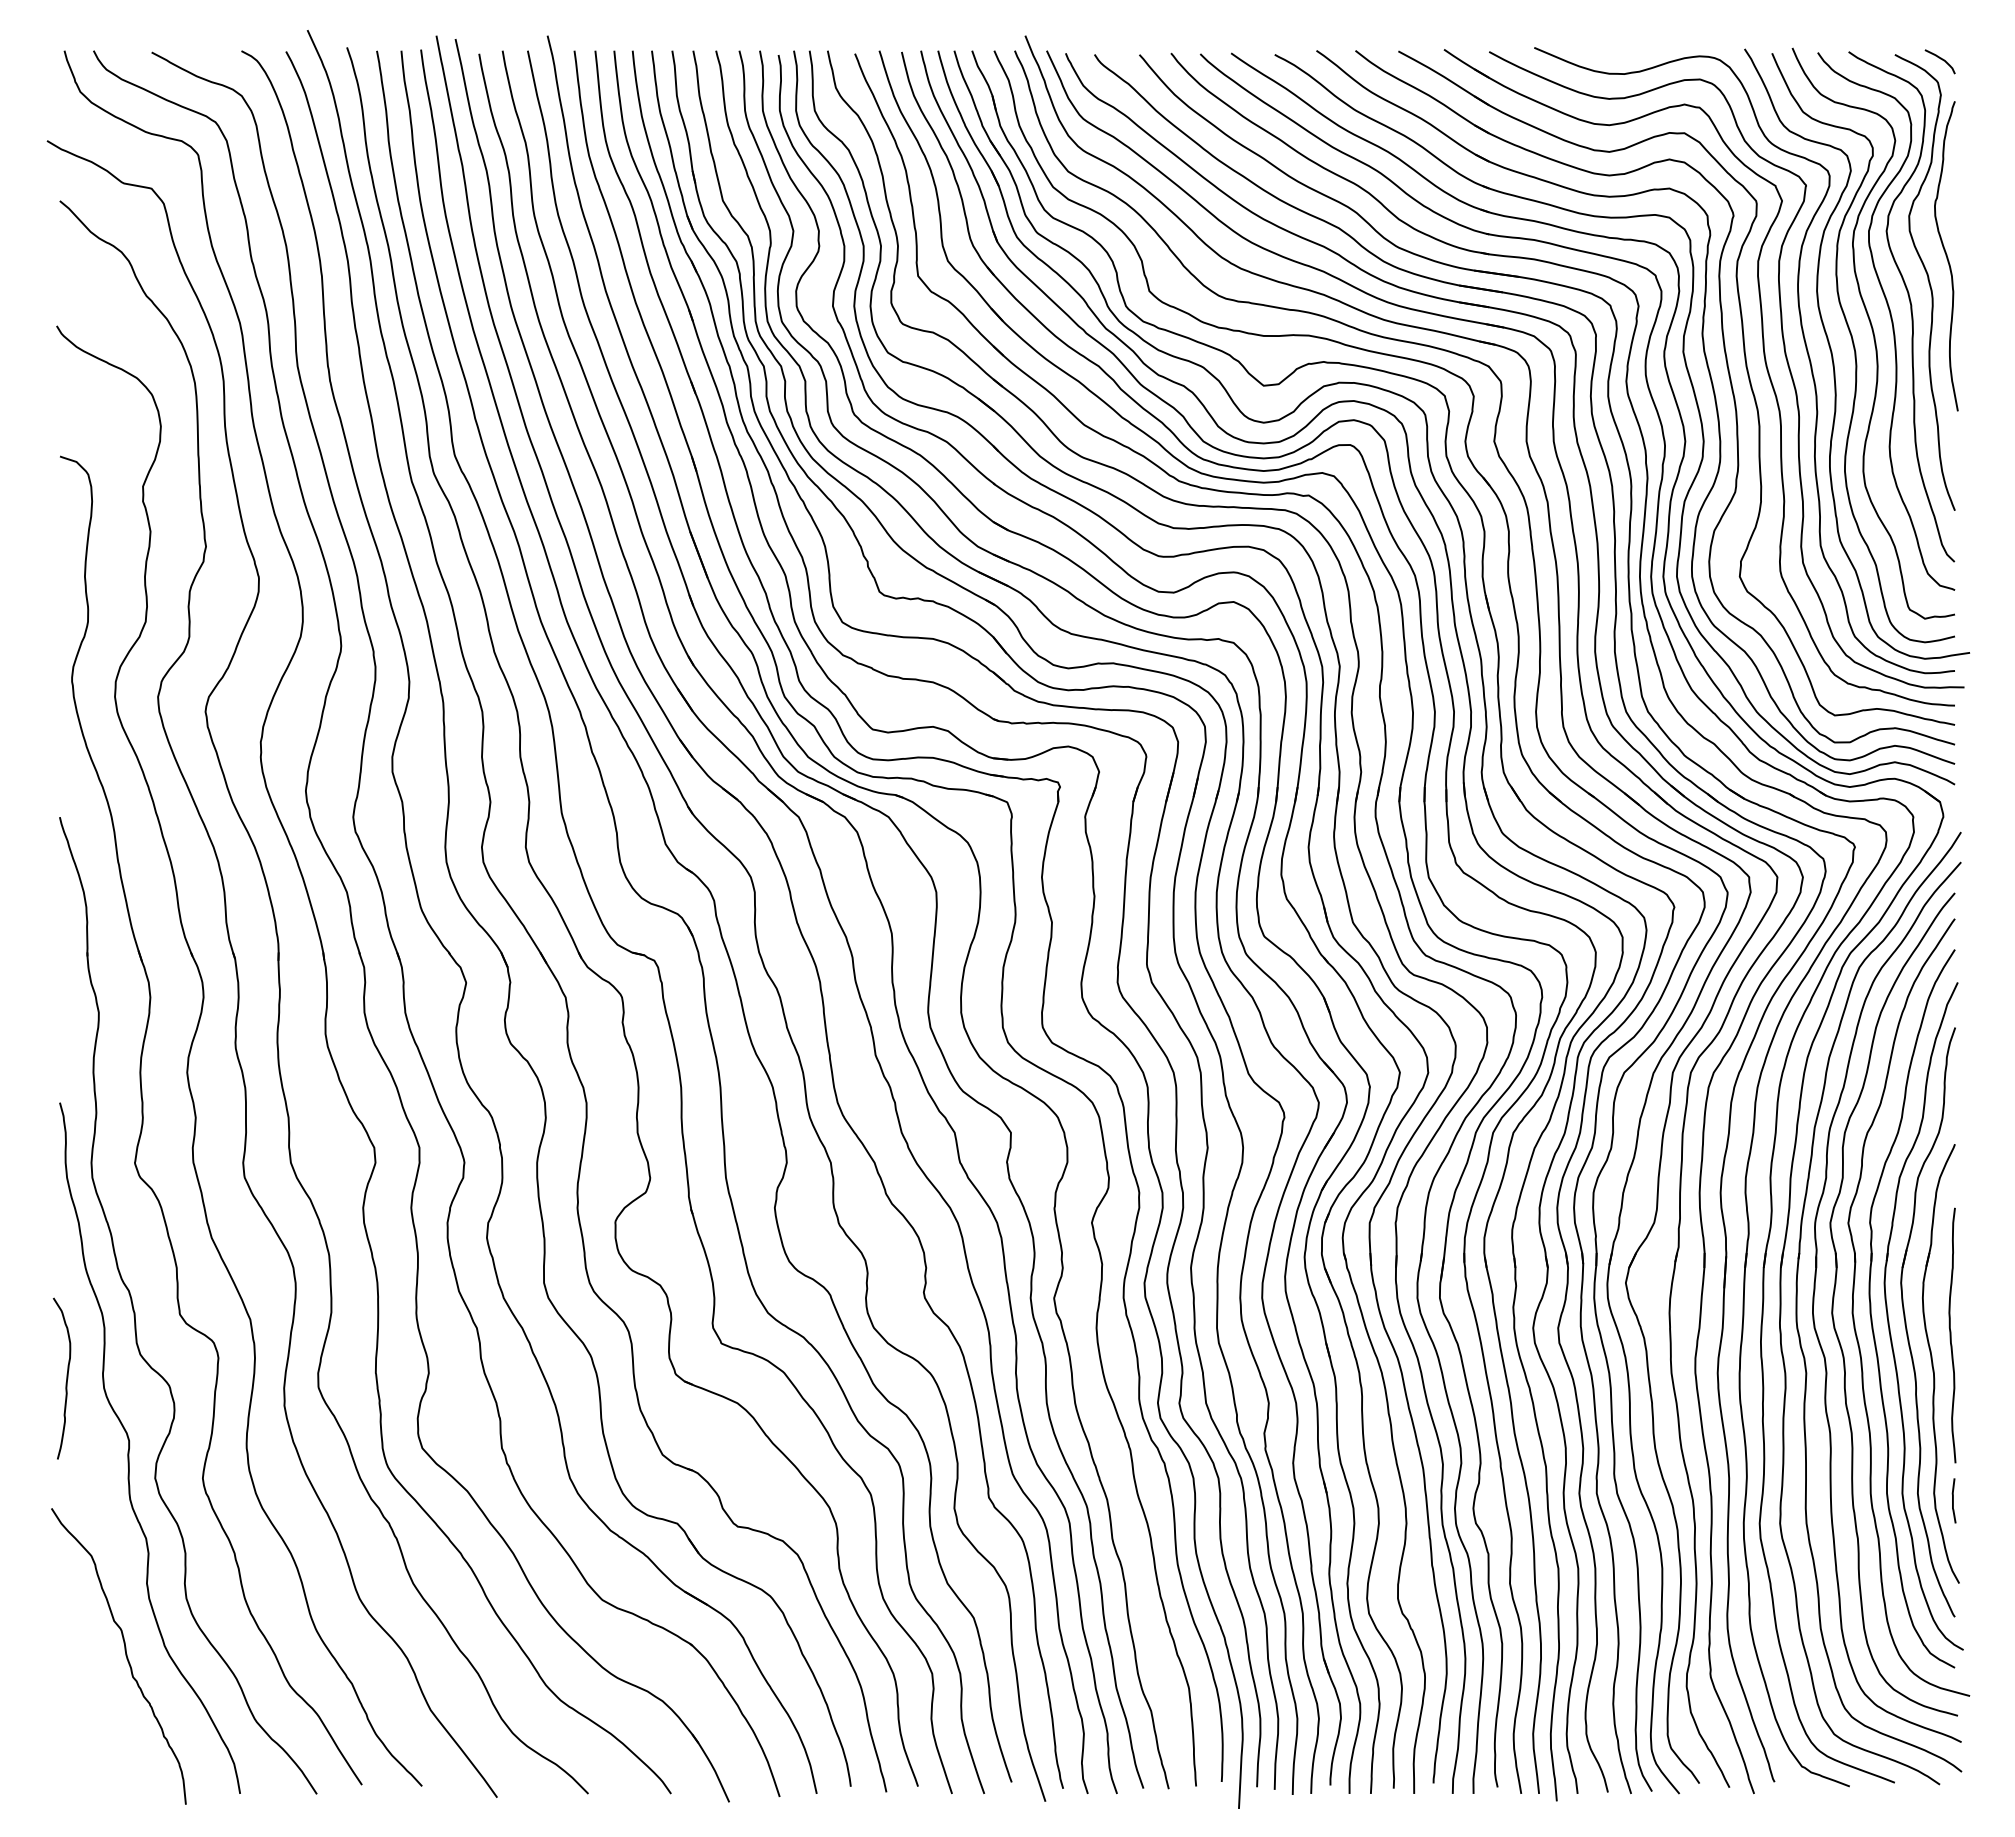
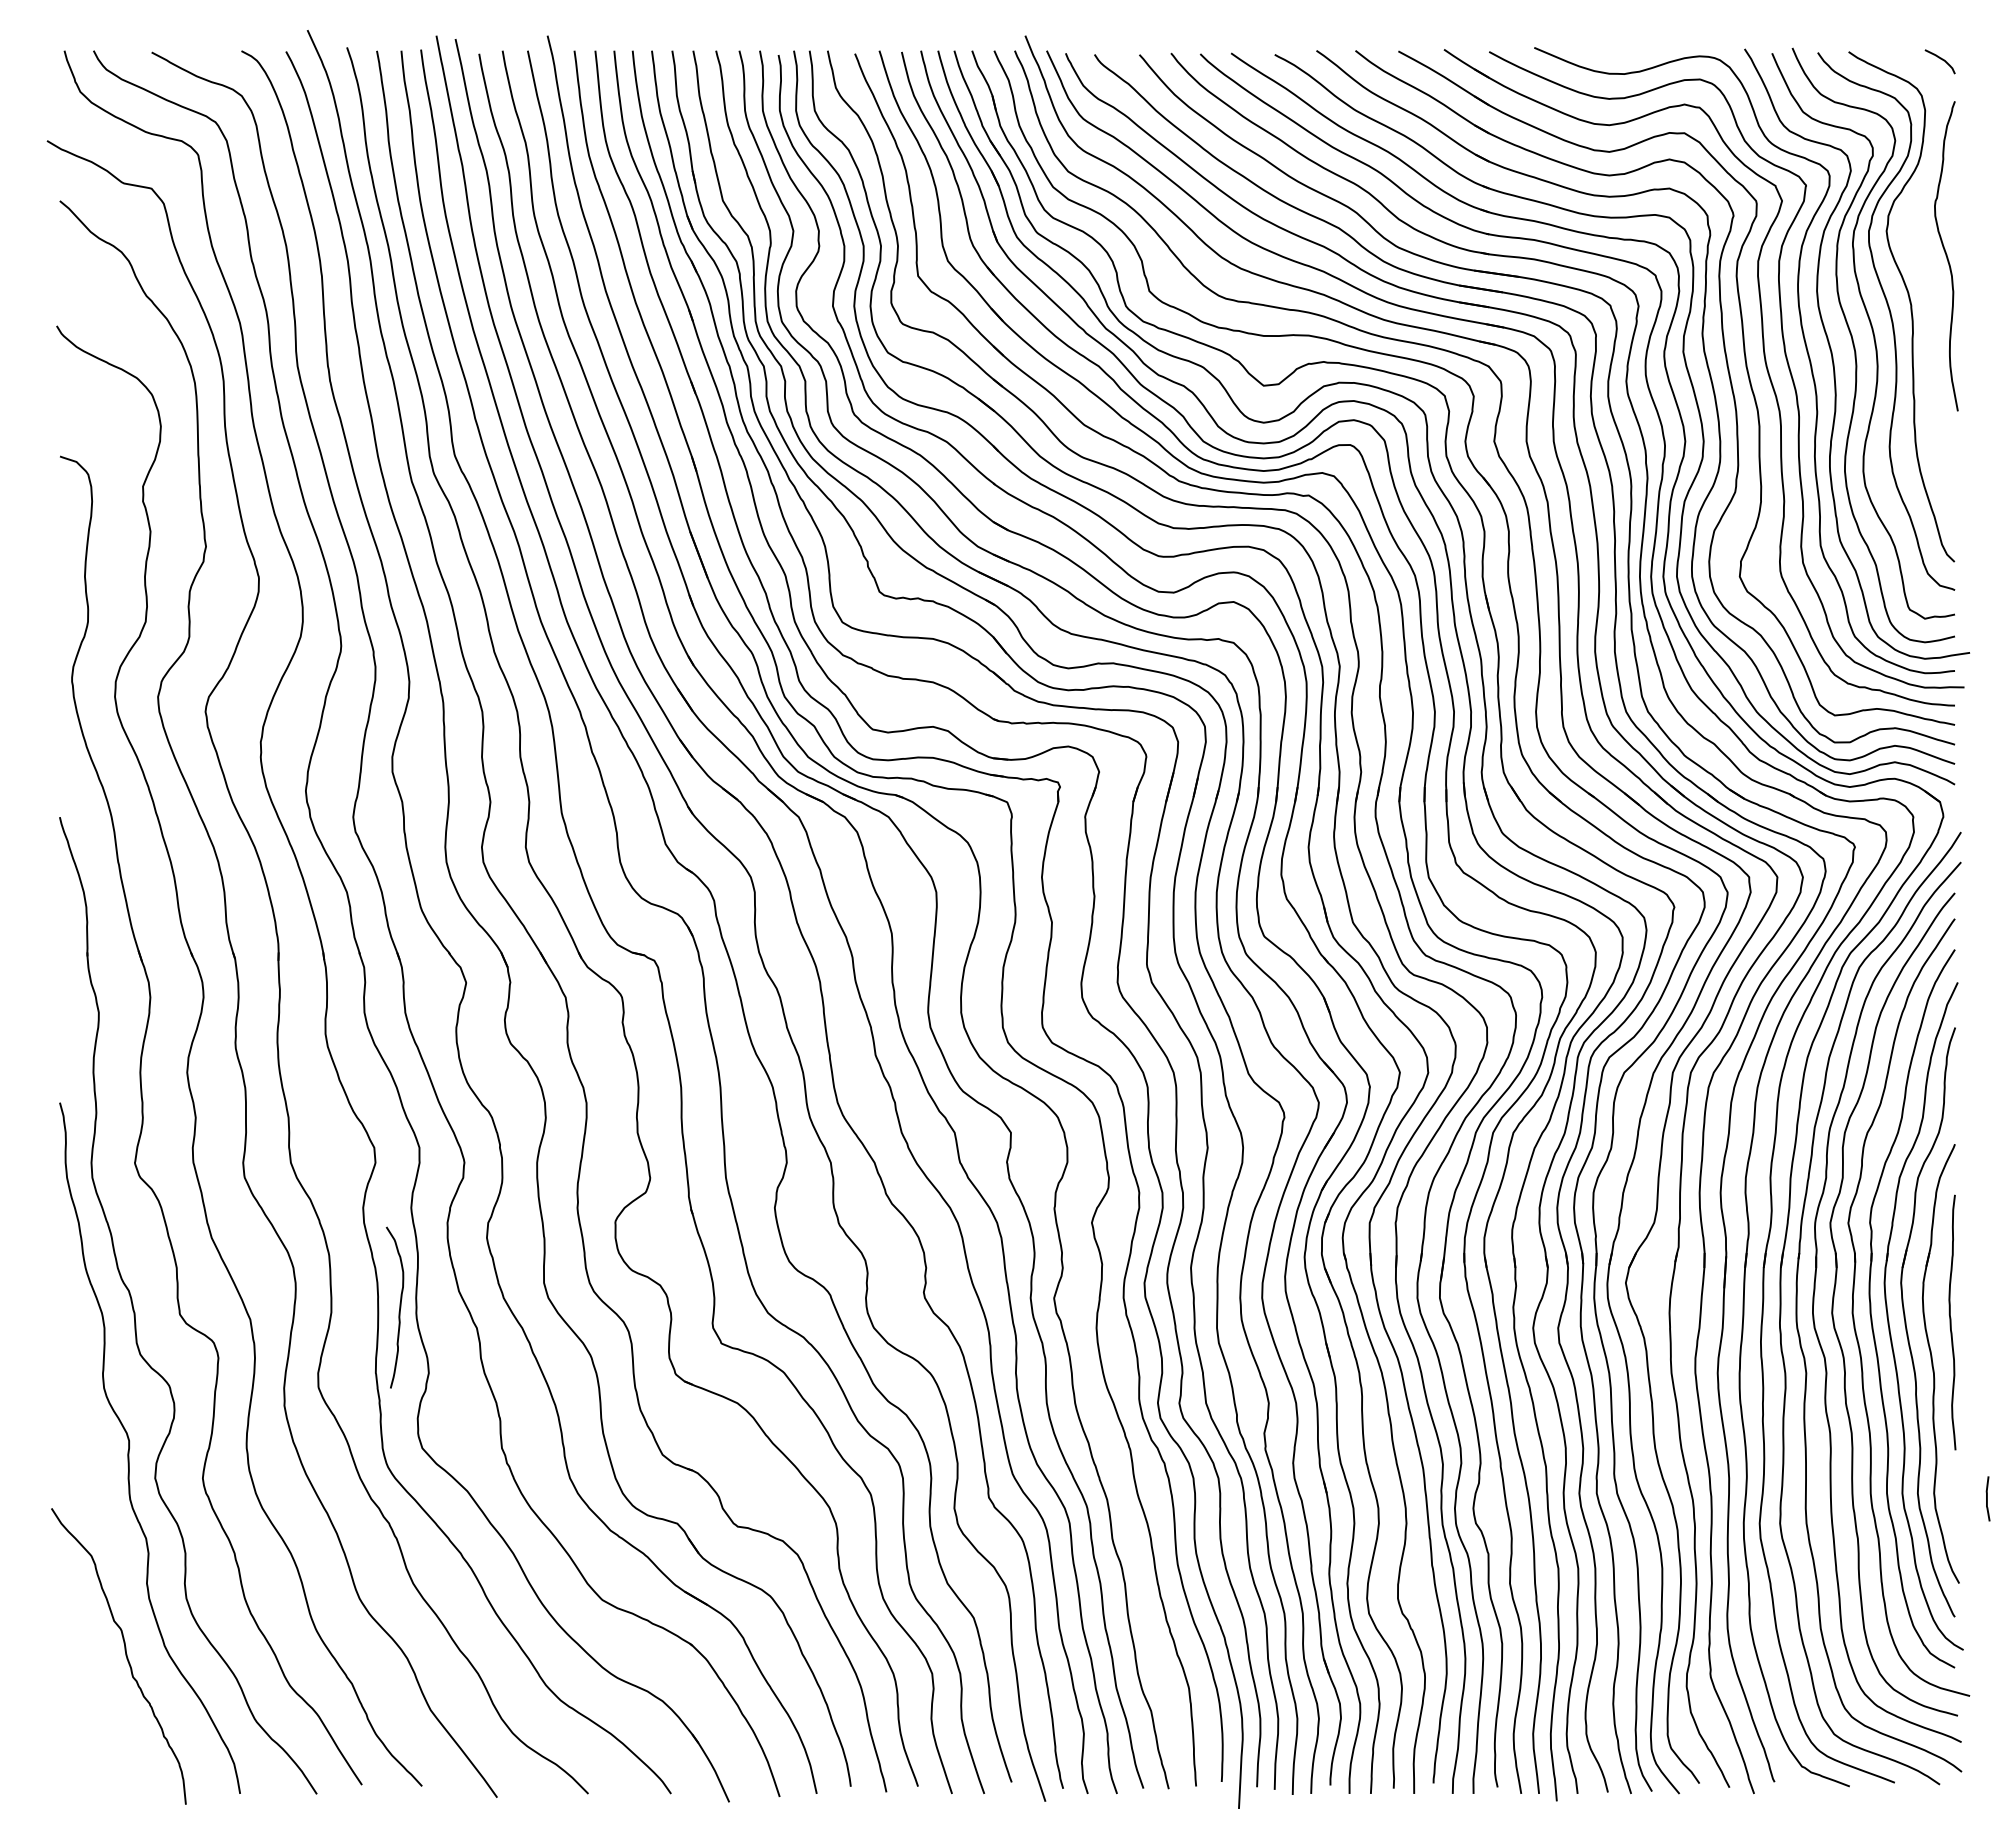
curve at (1928, 282): present -> none
curve at (1951, 1335) position: (1951, 1335) -> (1951, 1322)
curve at (66, 1378) position: (66, 1378) -> (399, 1307)
curve at (1953, 1500) position: (1953, 1500) -> (1987, 1498)
